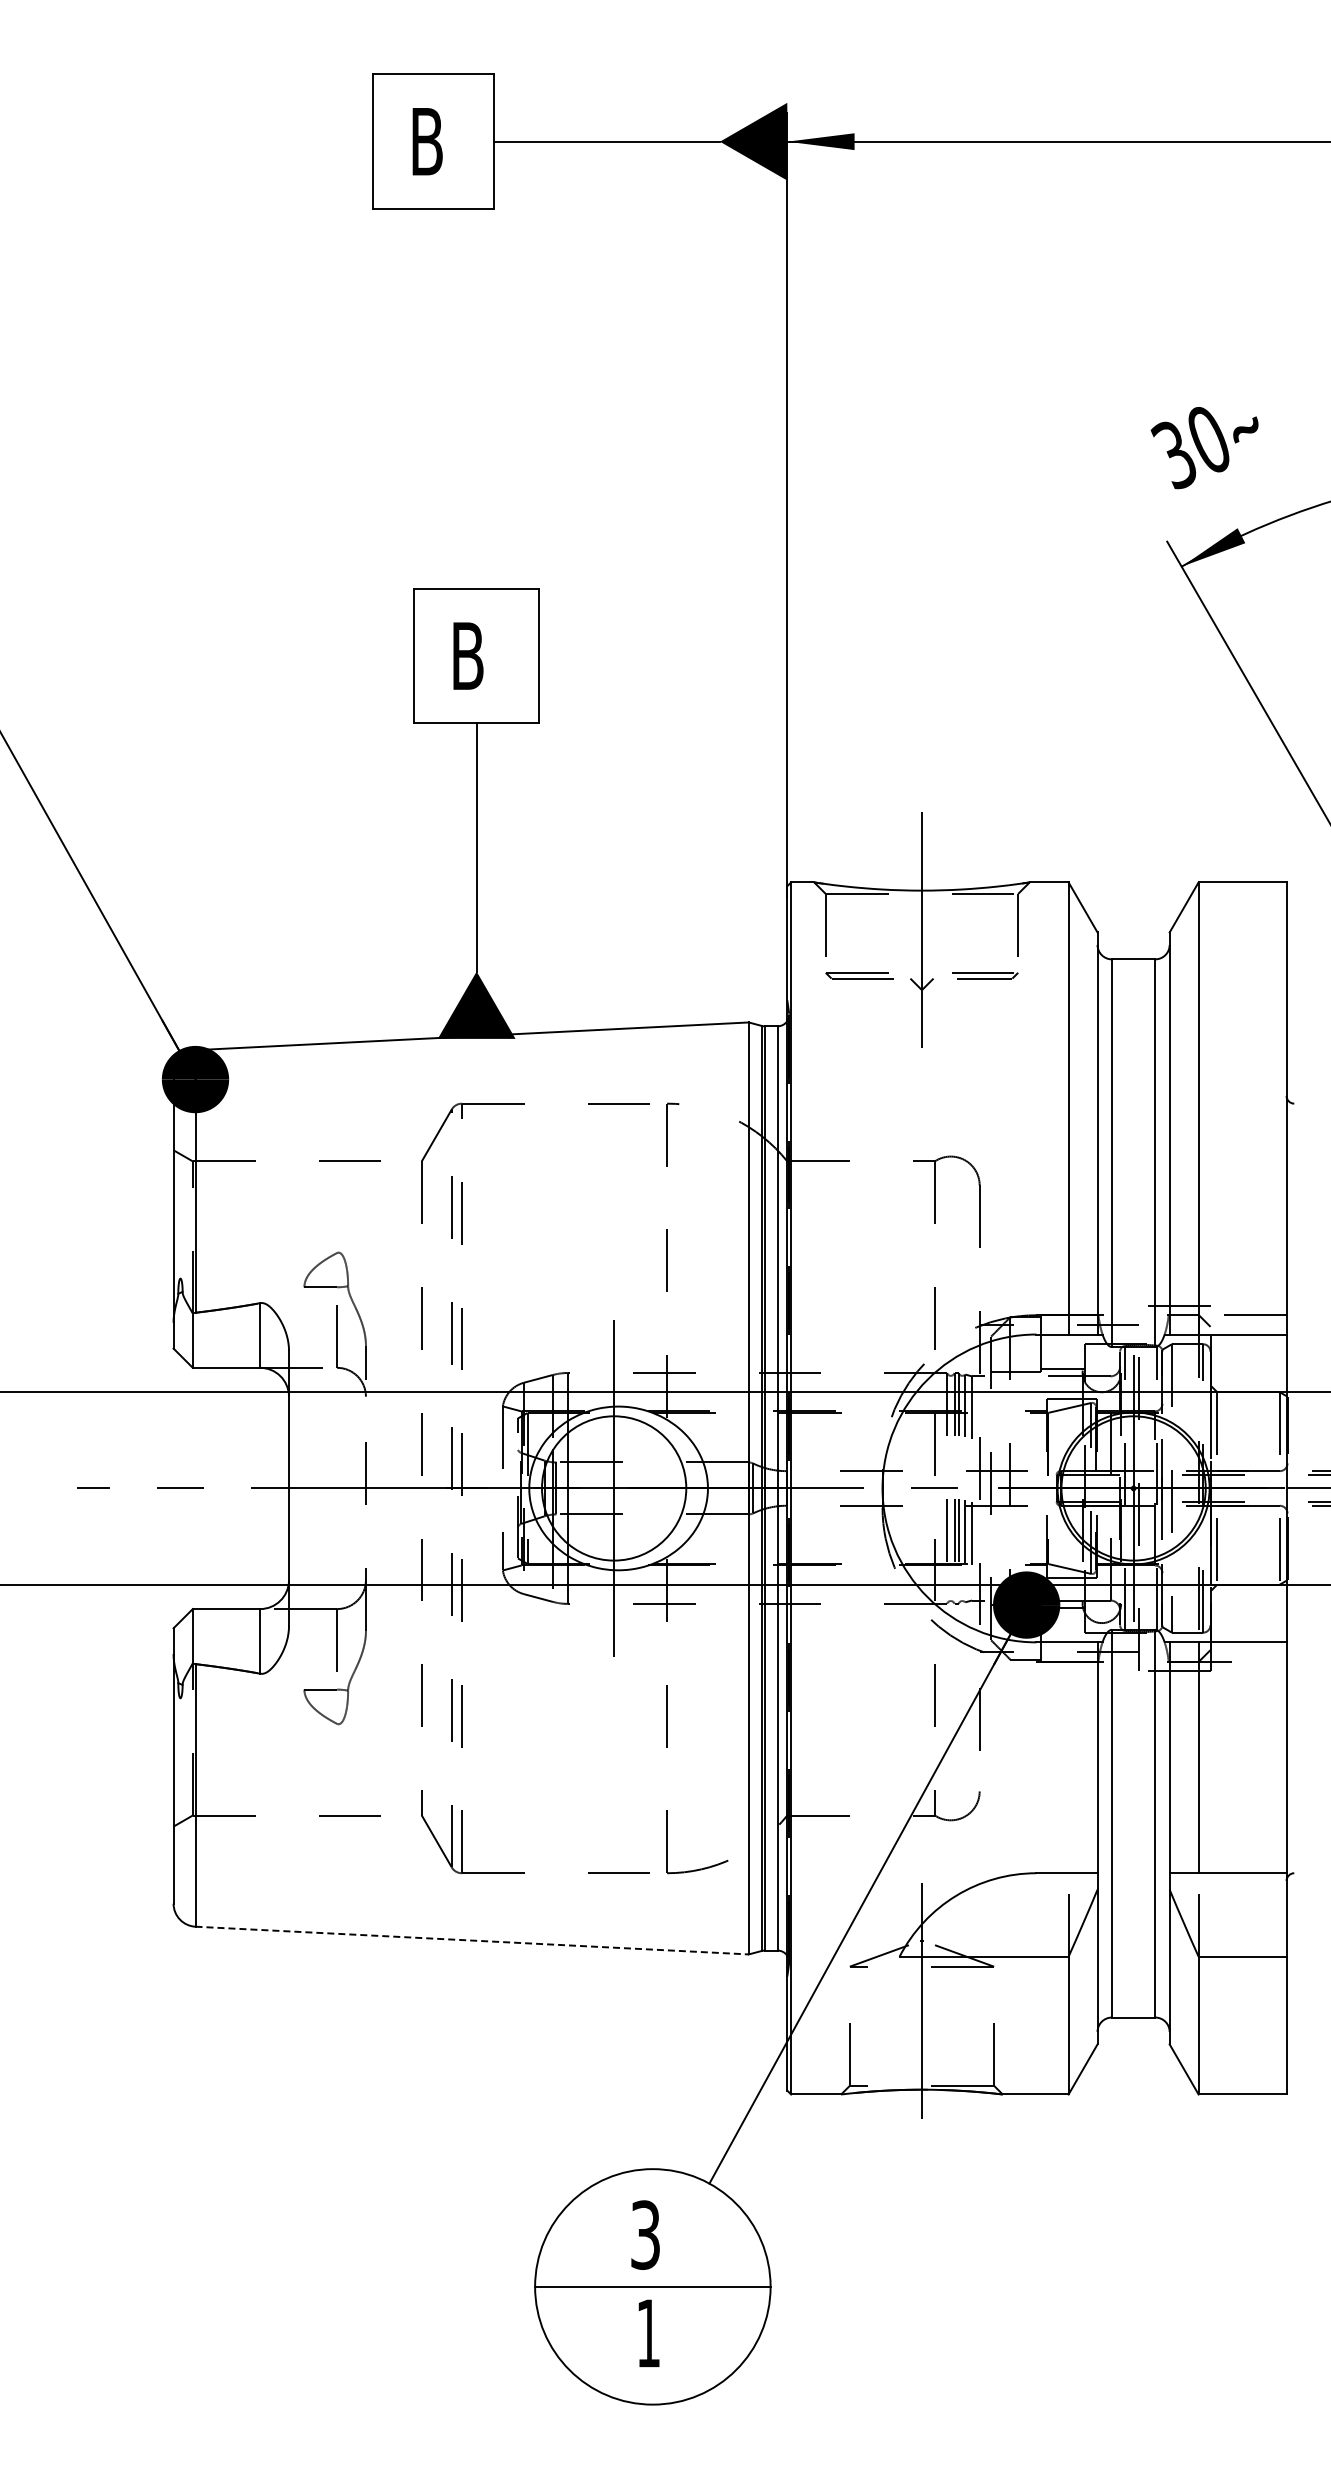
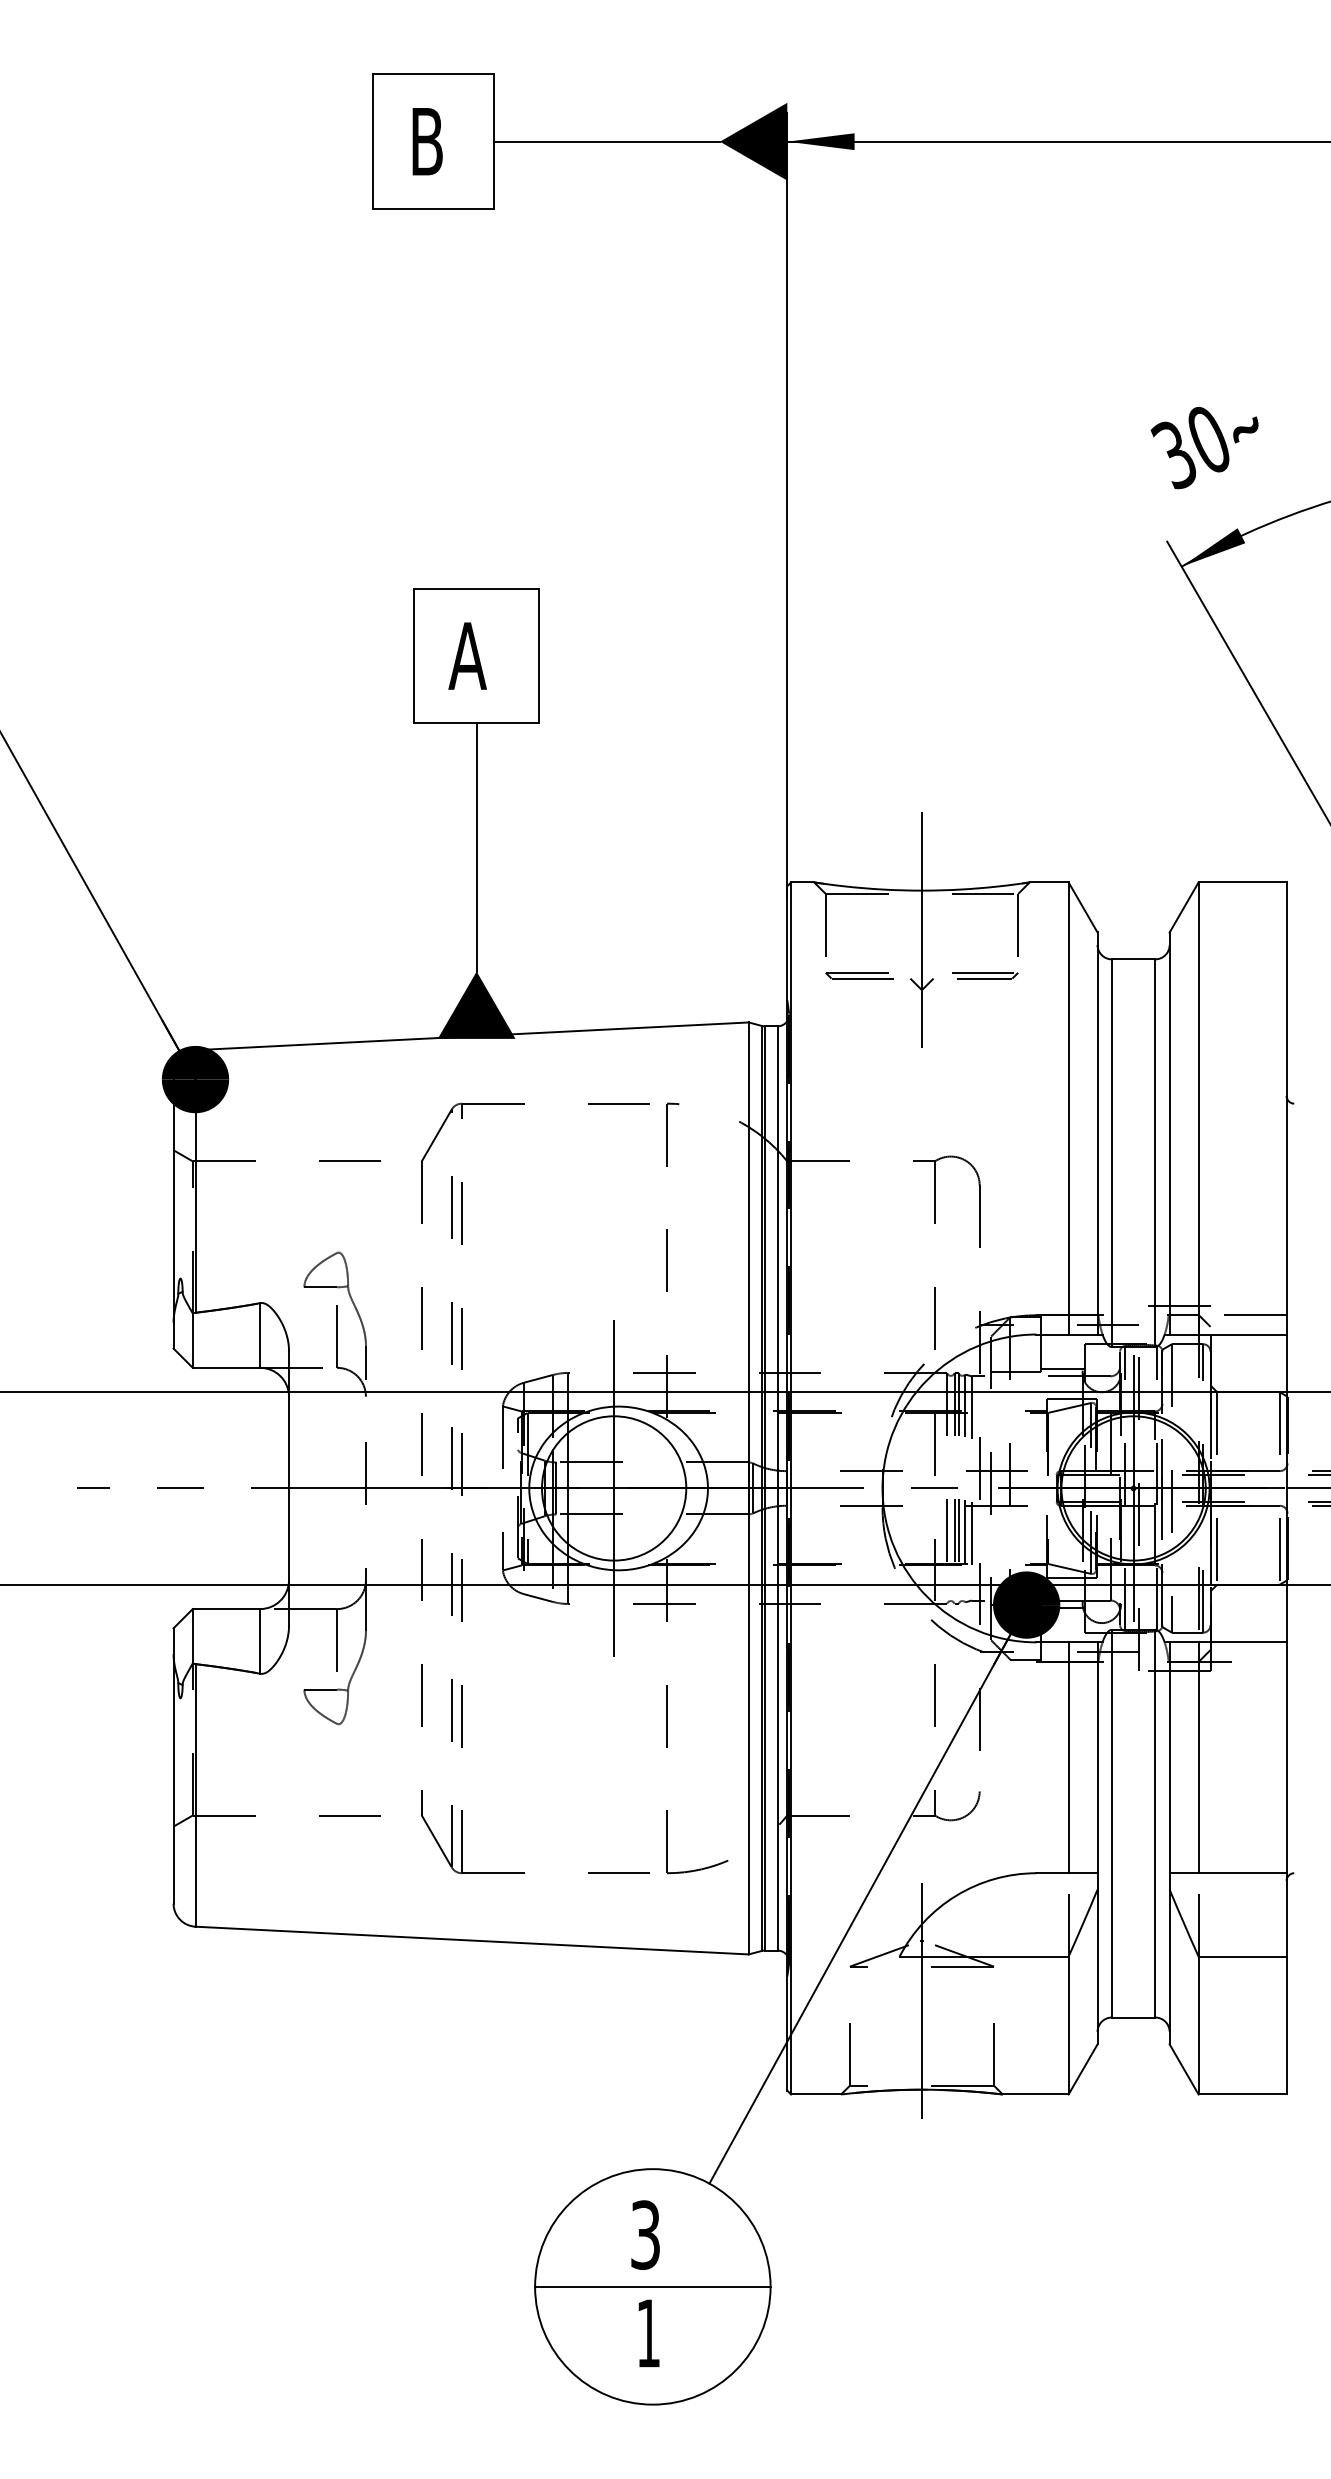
text at (467, 655): B -> A
line at (1068, 1757): none -> present
line at (472, 1940): dashed -> solid
